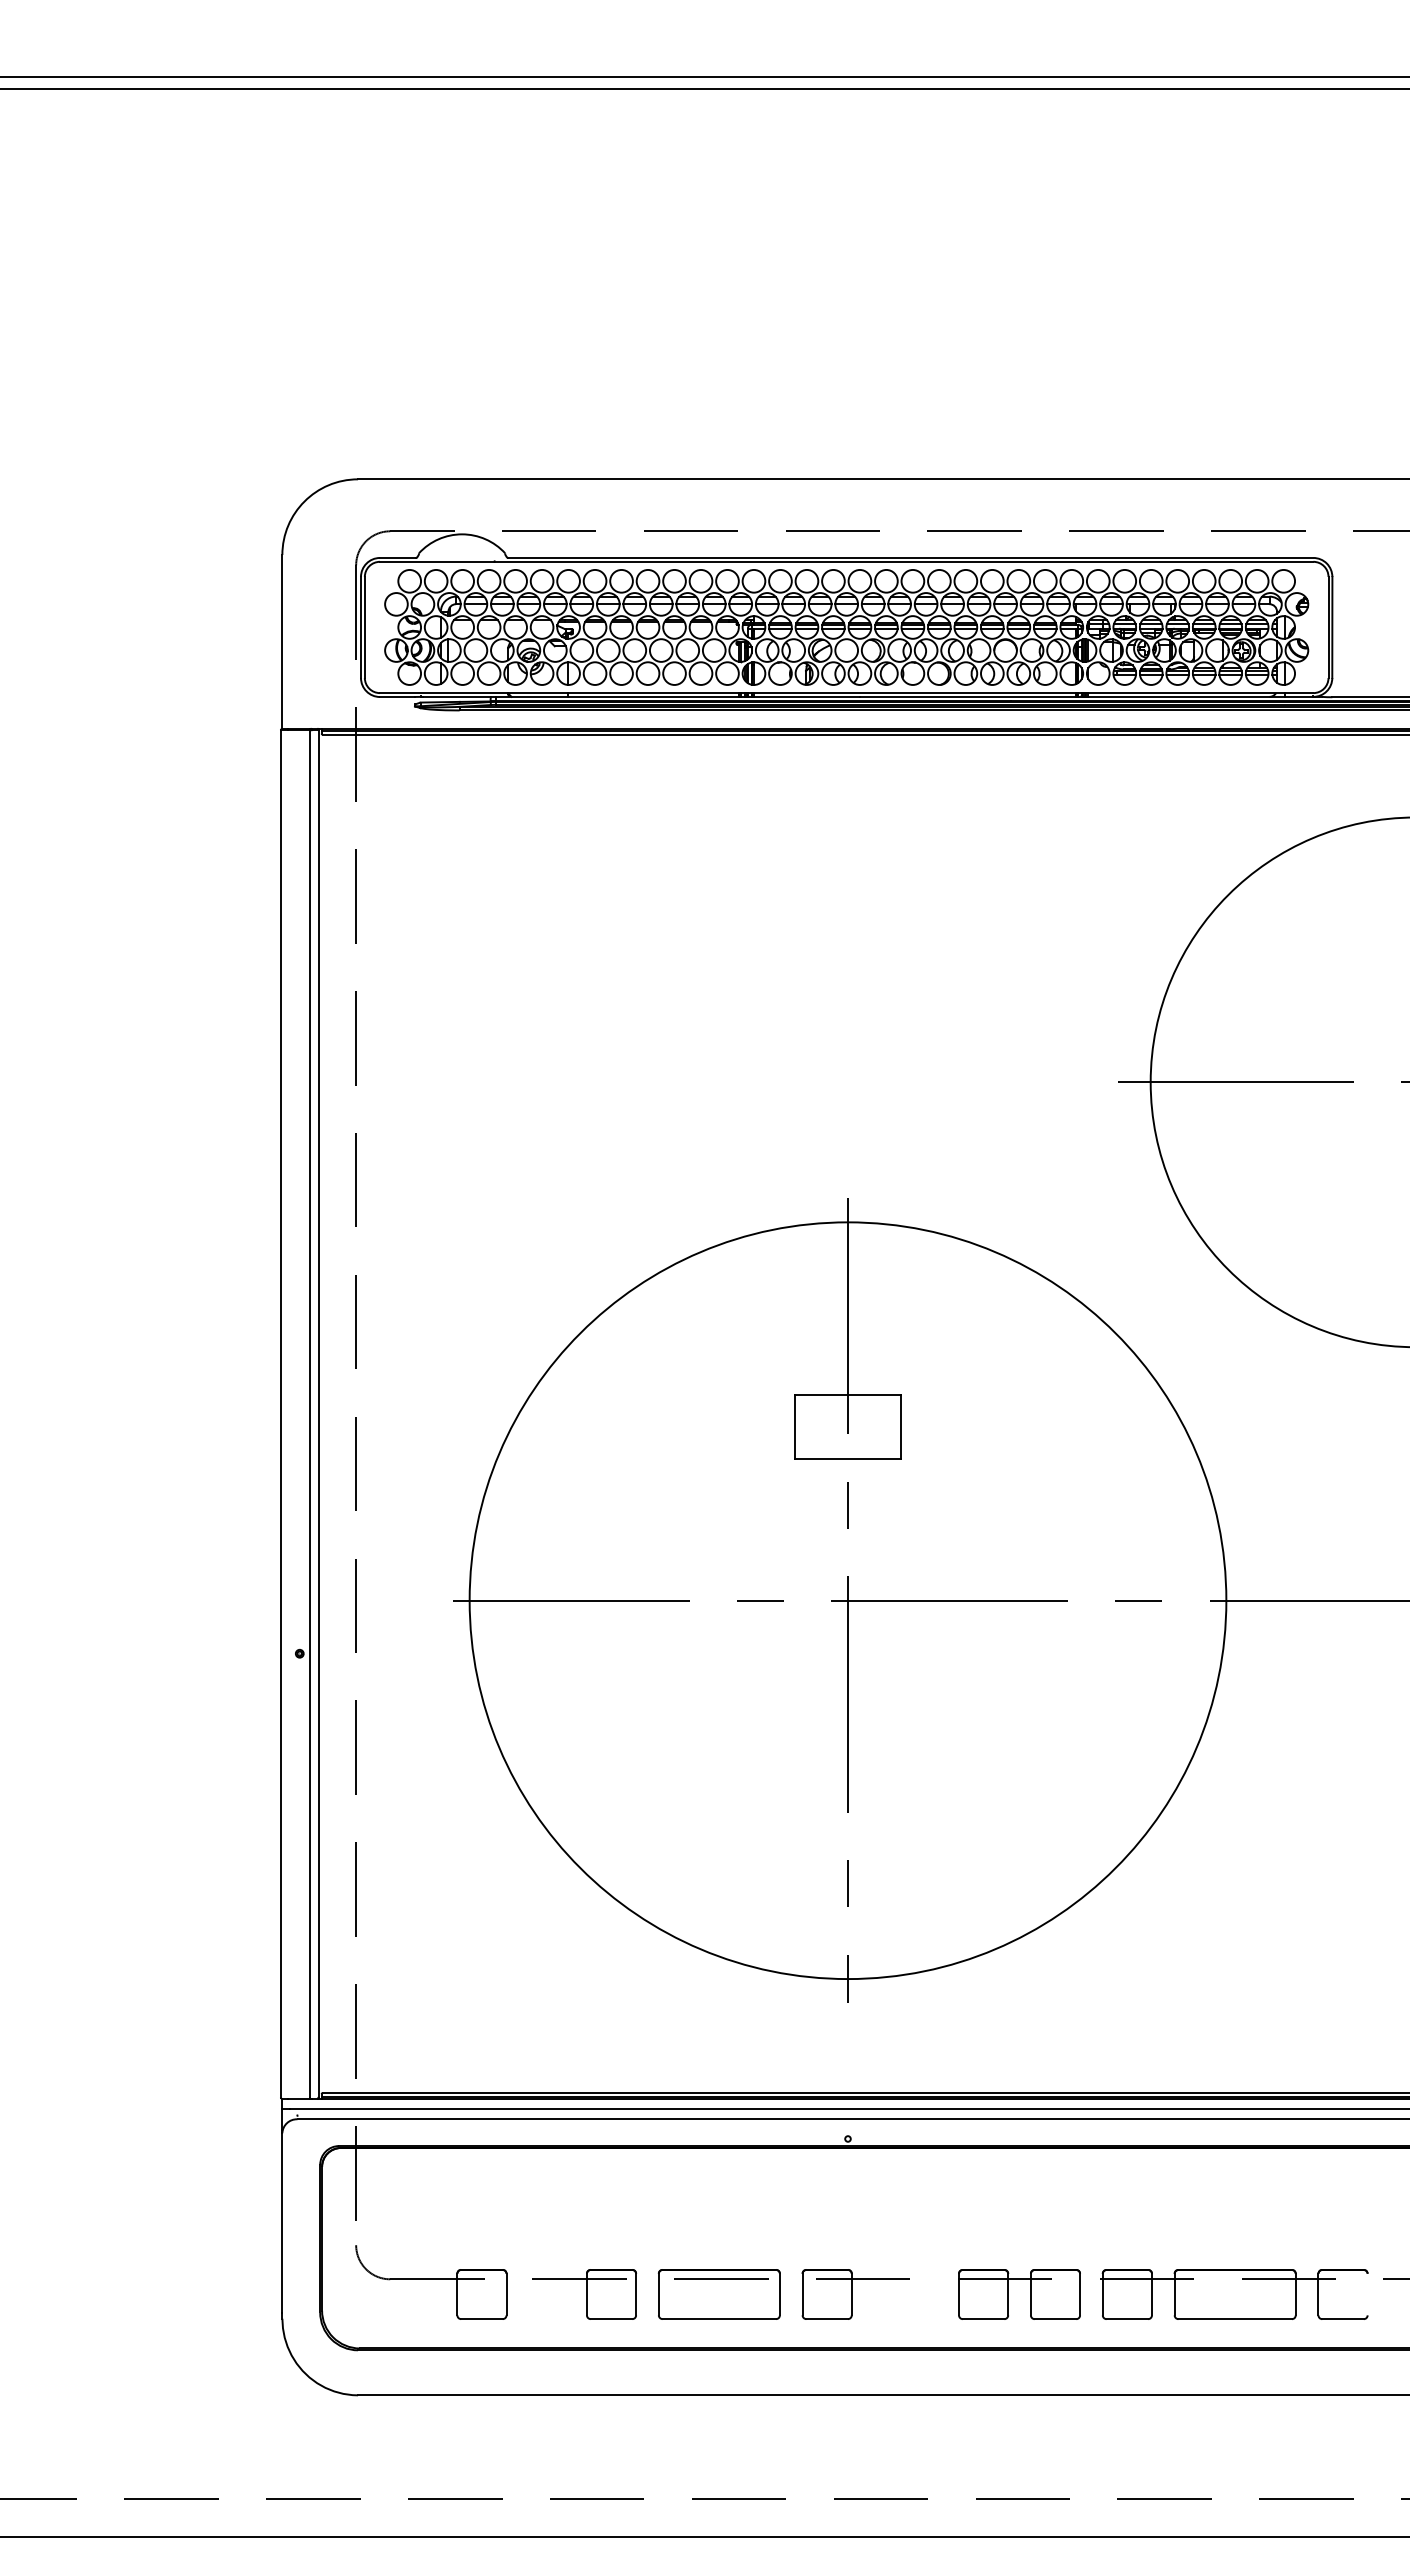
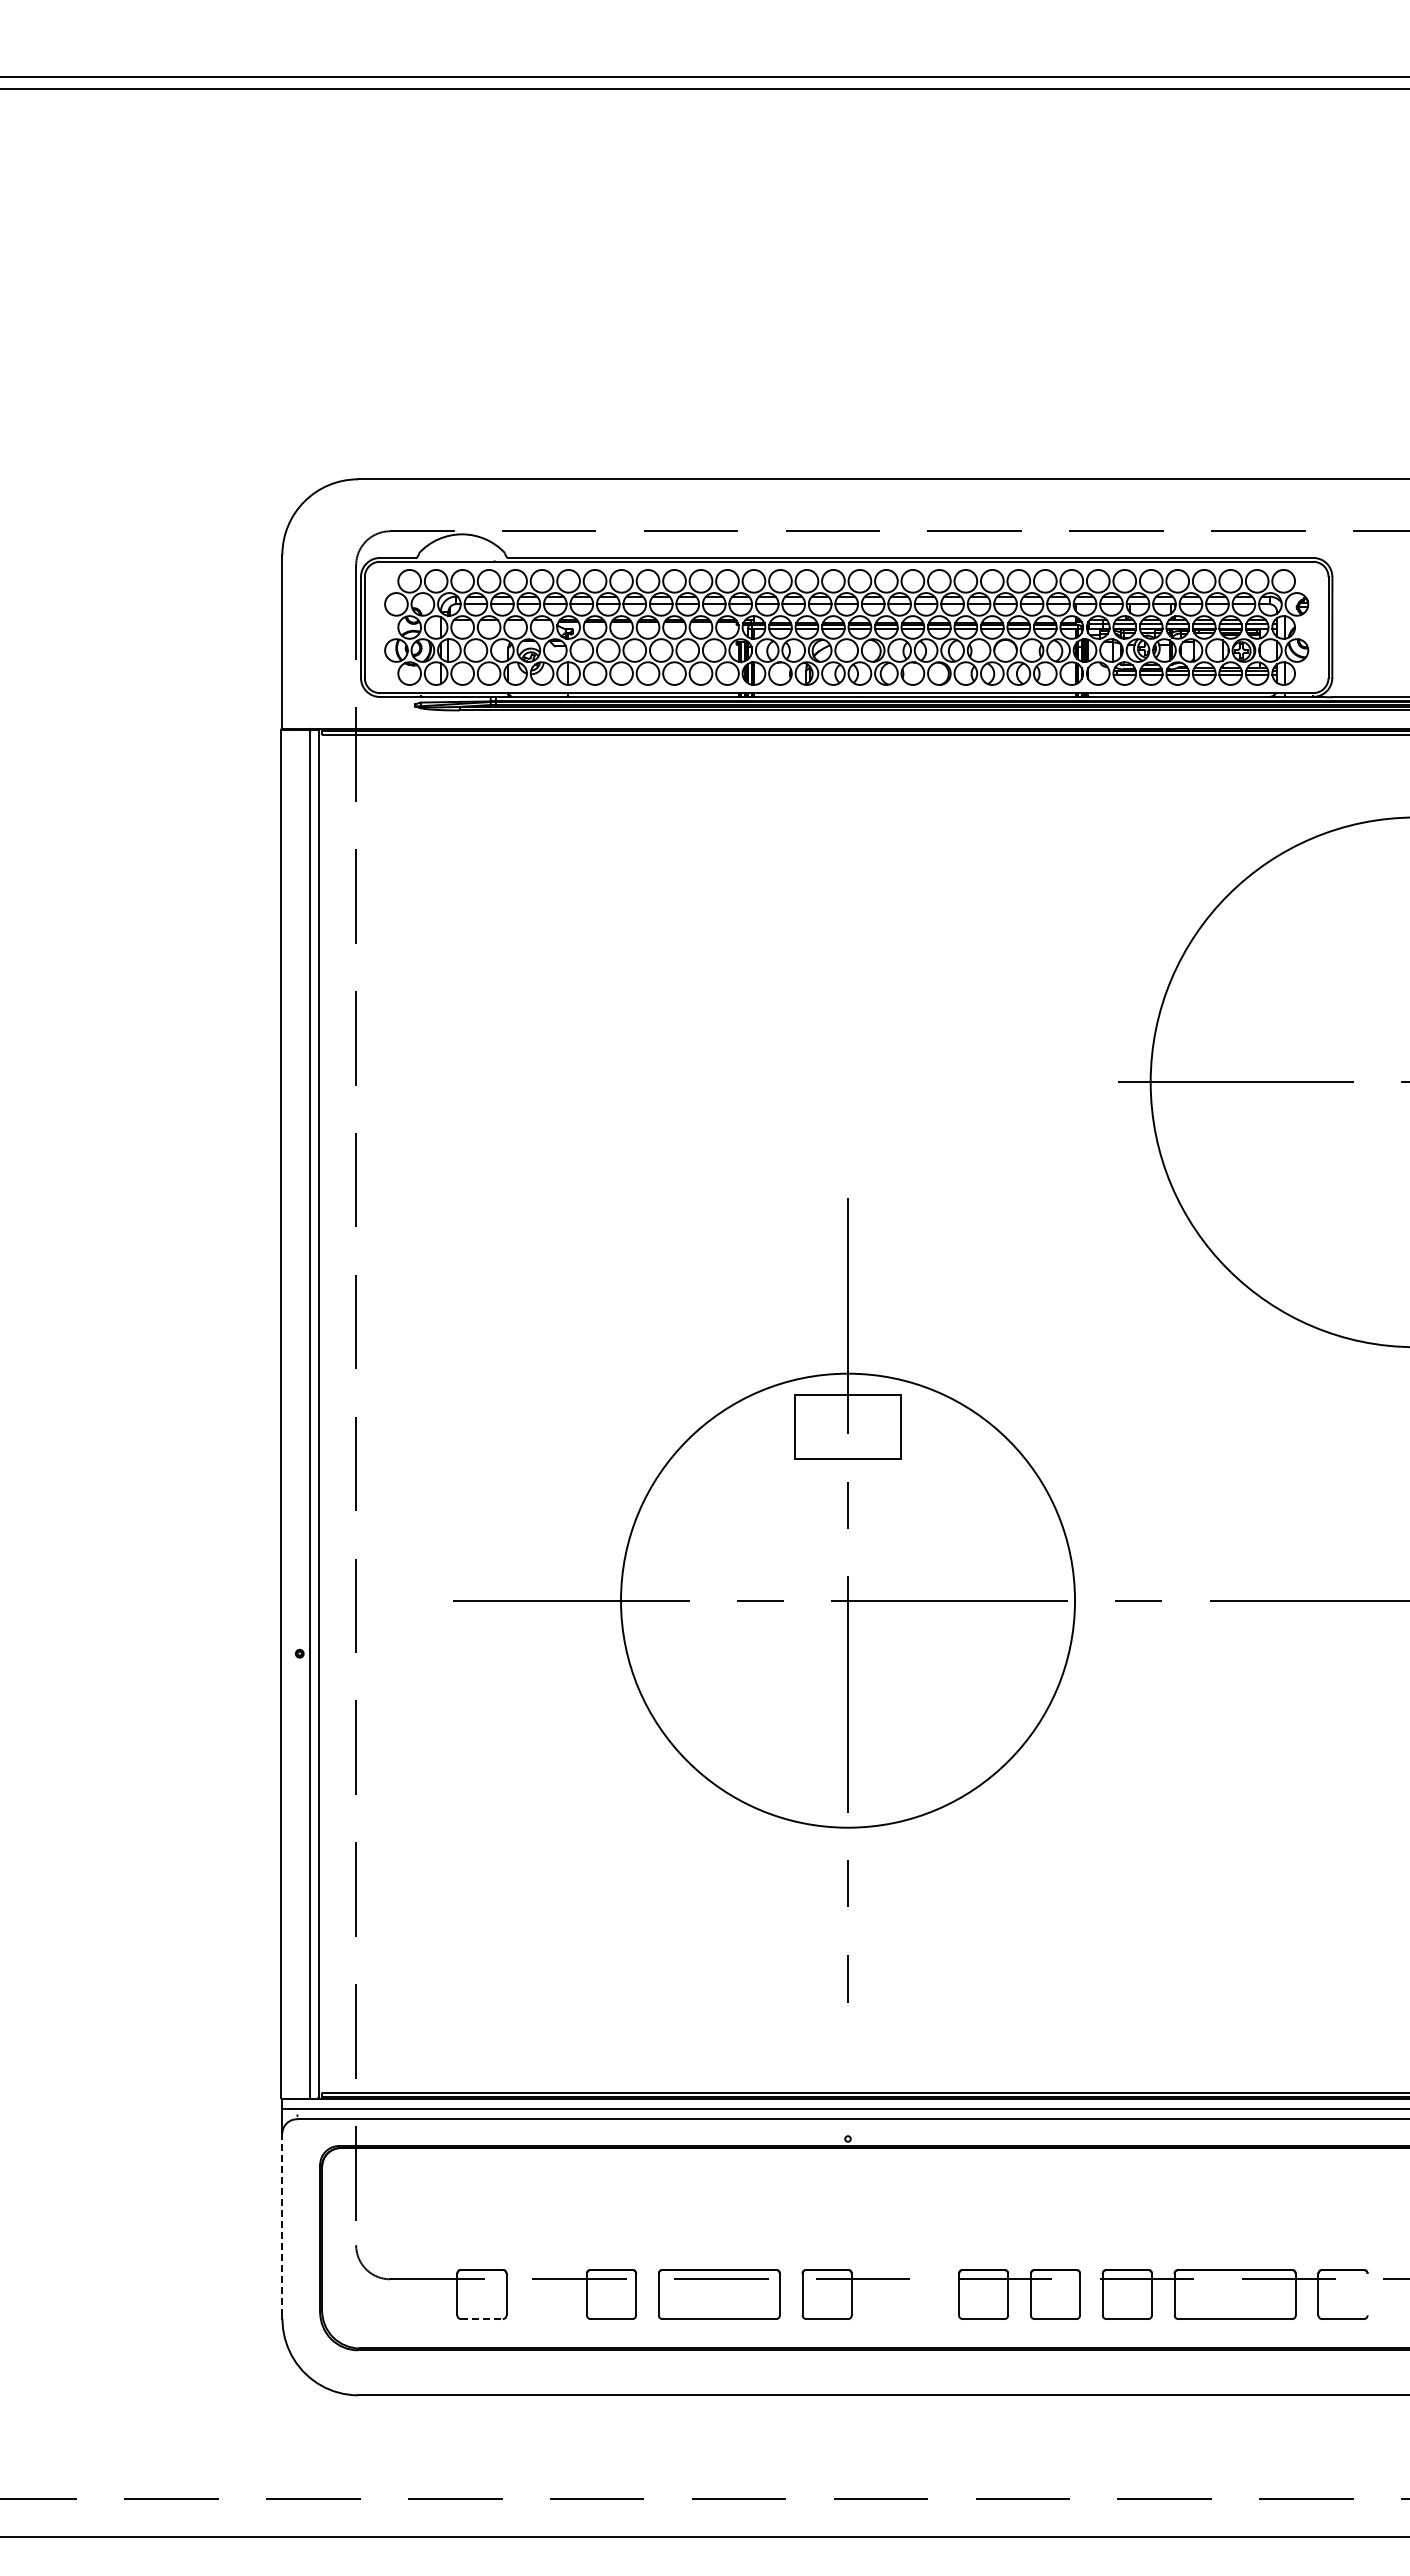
circle at (847, 1600) diameter: 757 px -> 454 px
line at (282, 2223): solid -> dashed
line at (481, 2319): solid -> dashed
